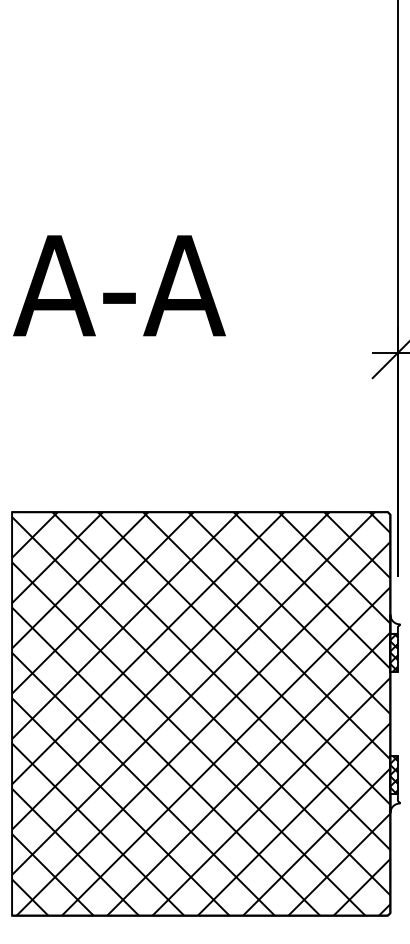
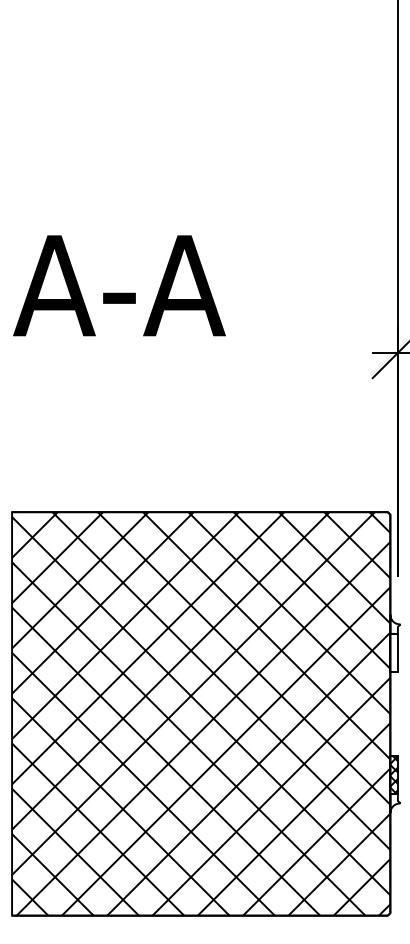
hatch at (393, 652): present -> none
